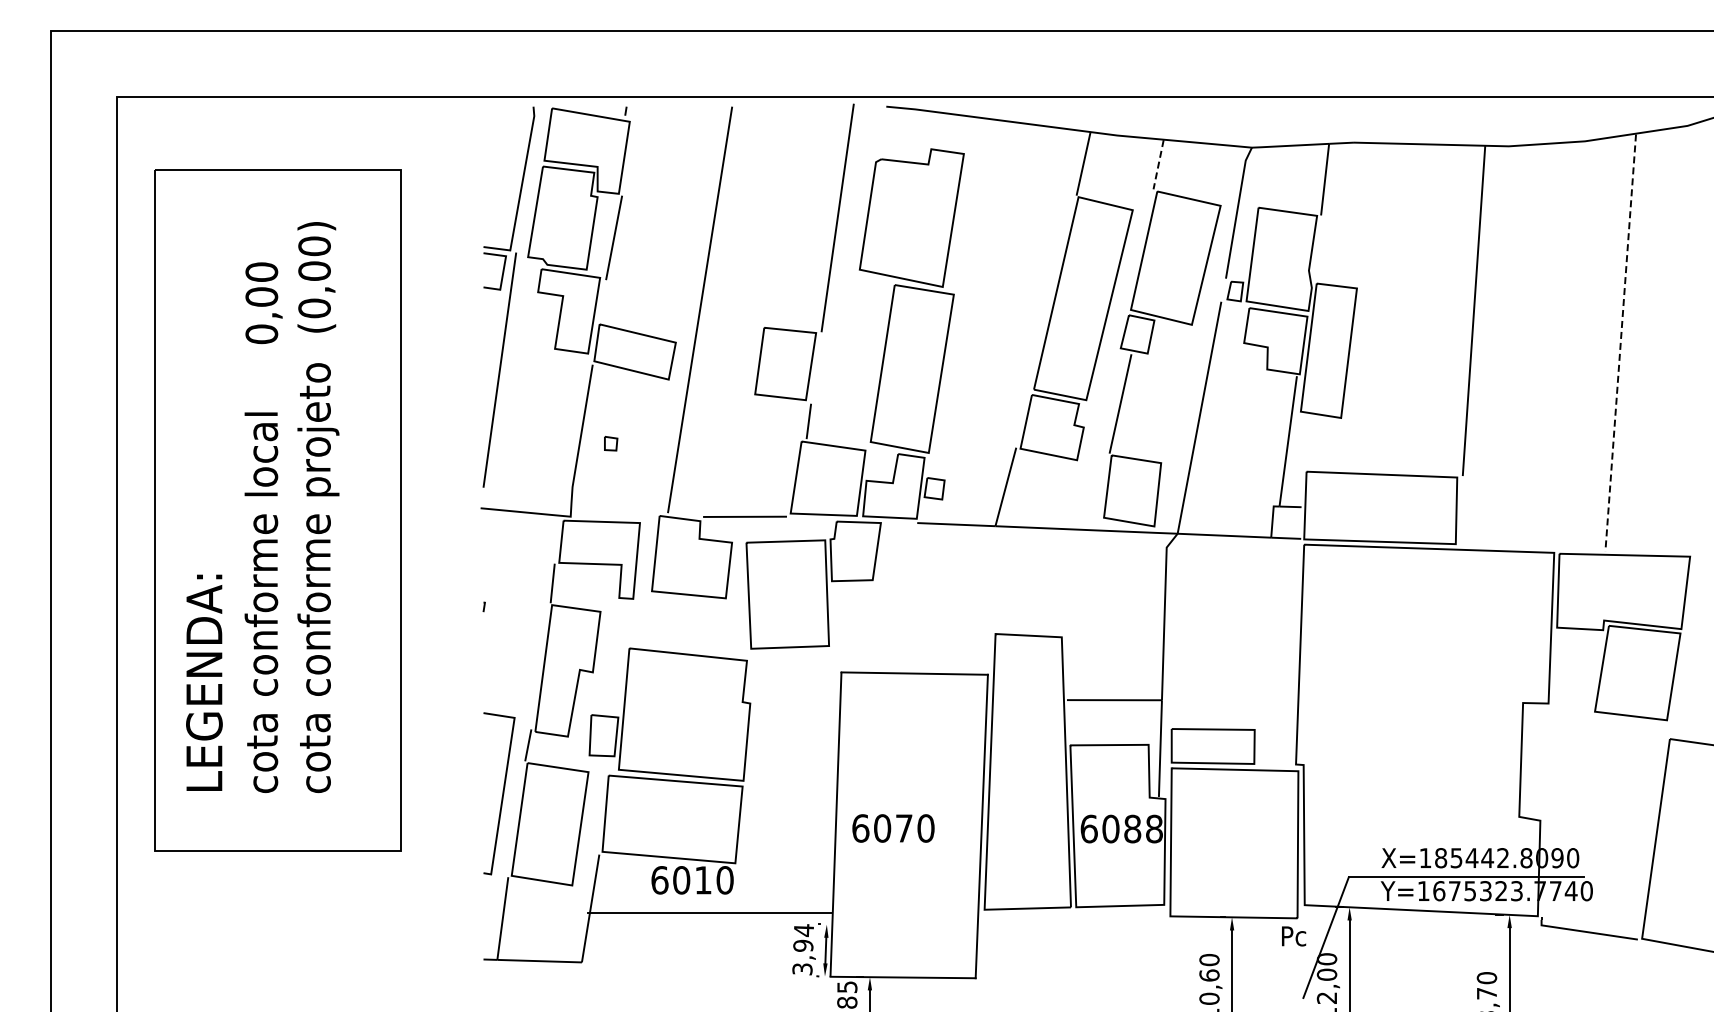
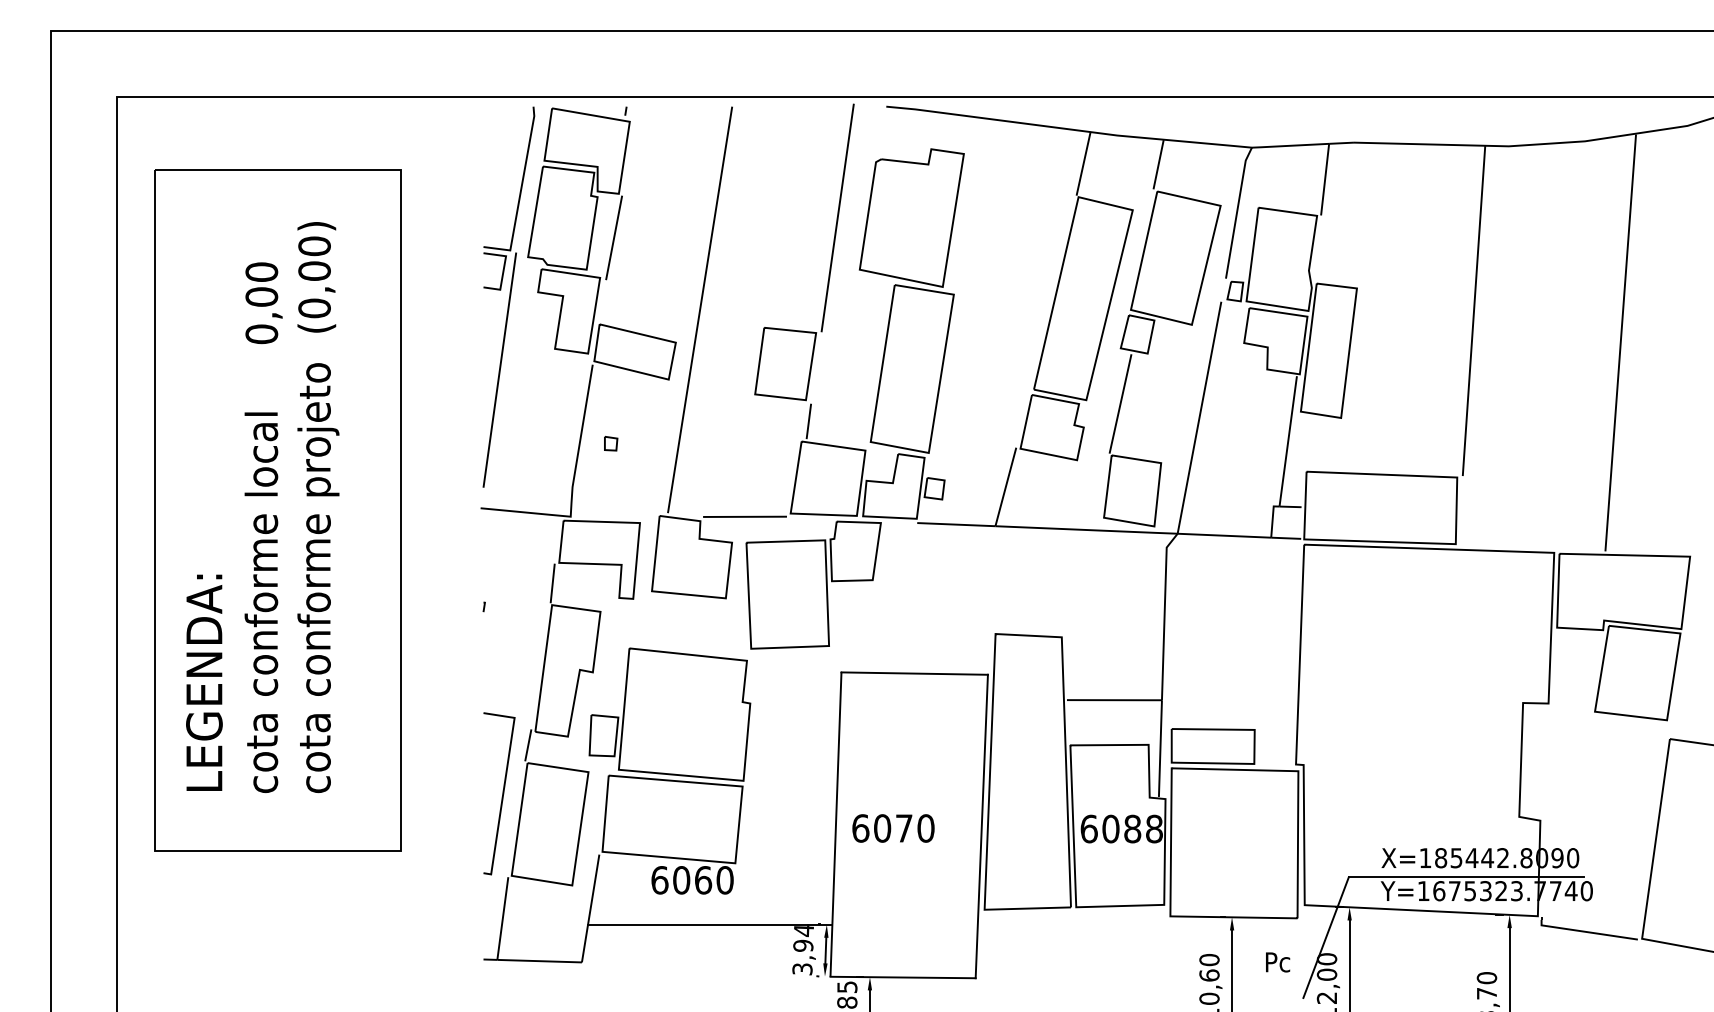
line at (1158, 165): dashed -> solid
line at (1620, 343): dashed -> solid
text at (703, 880): 6010 -> 6060
line at (710, 912) position: (710, 912) -> (710, 924)
text at (1294, 936) position: (1294, 936) -> (1278, 962)
